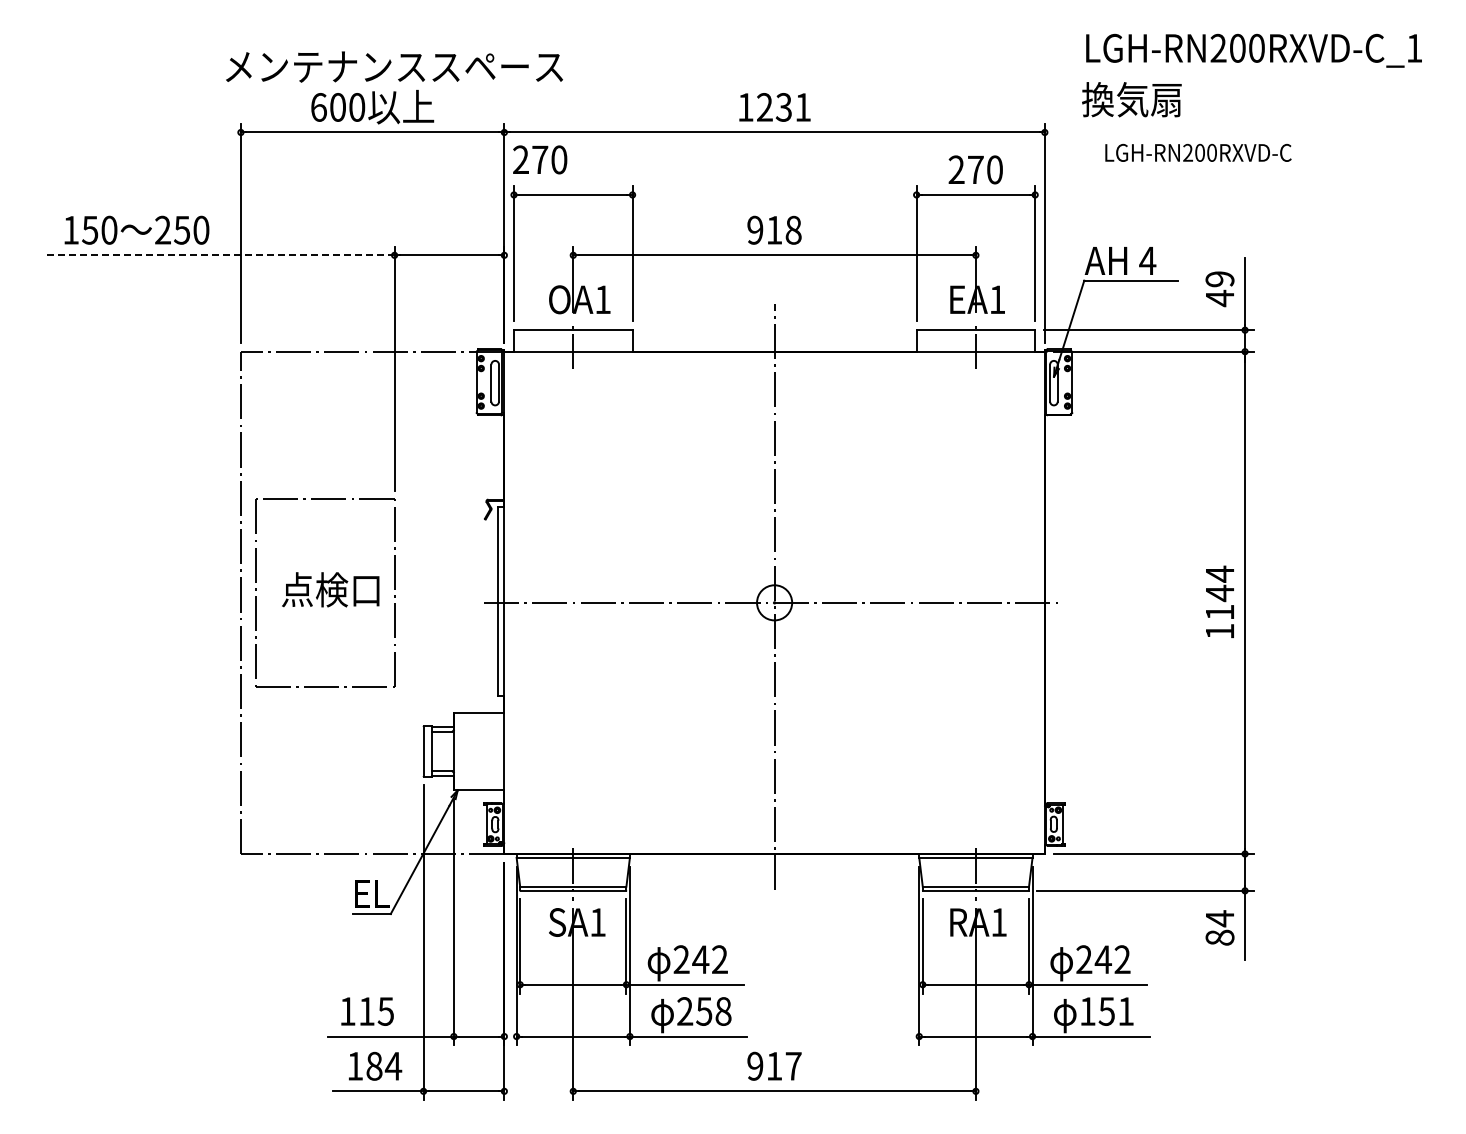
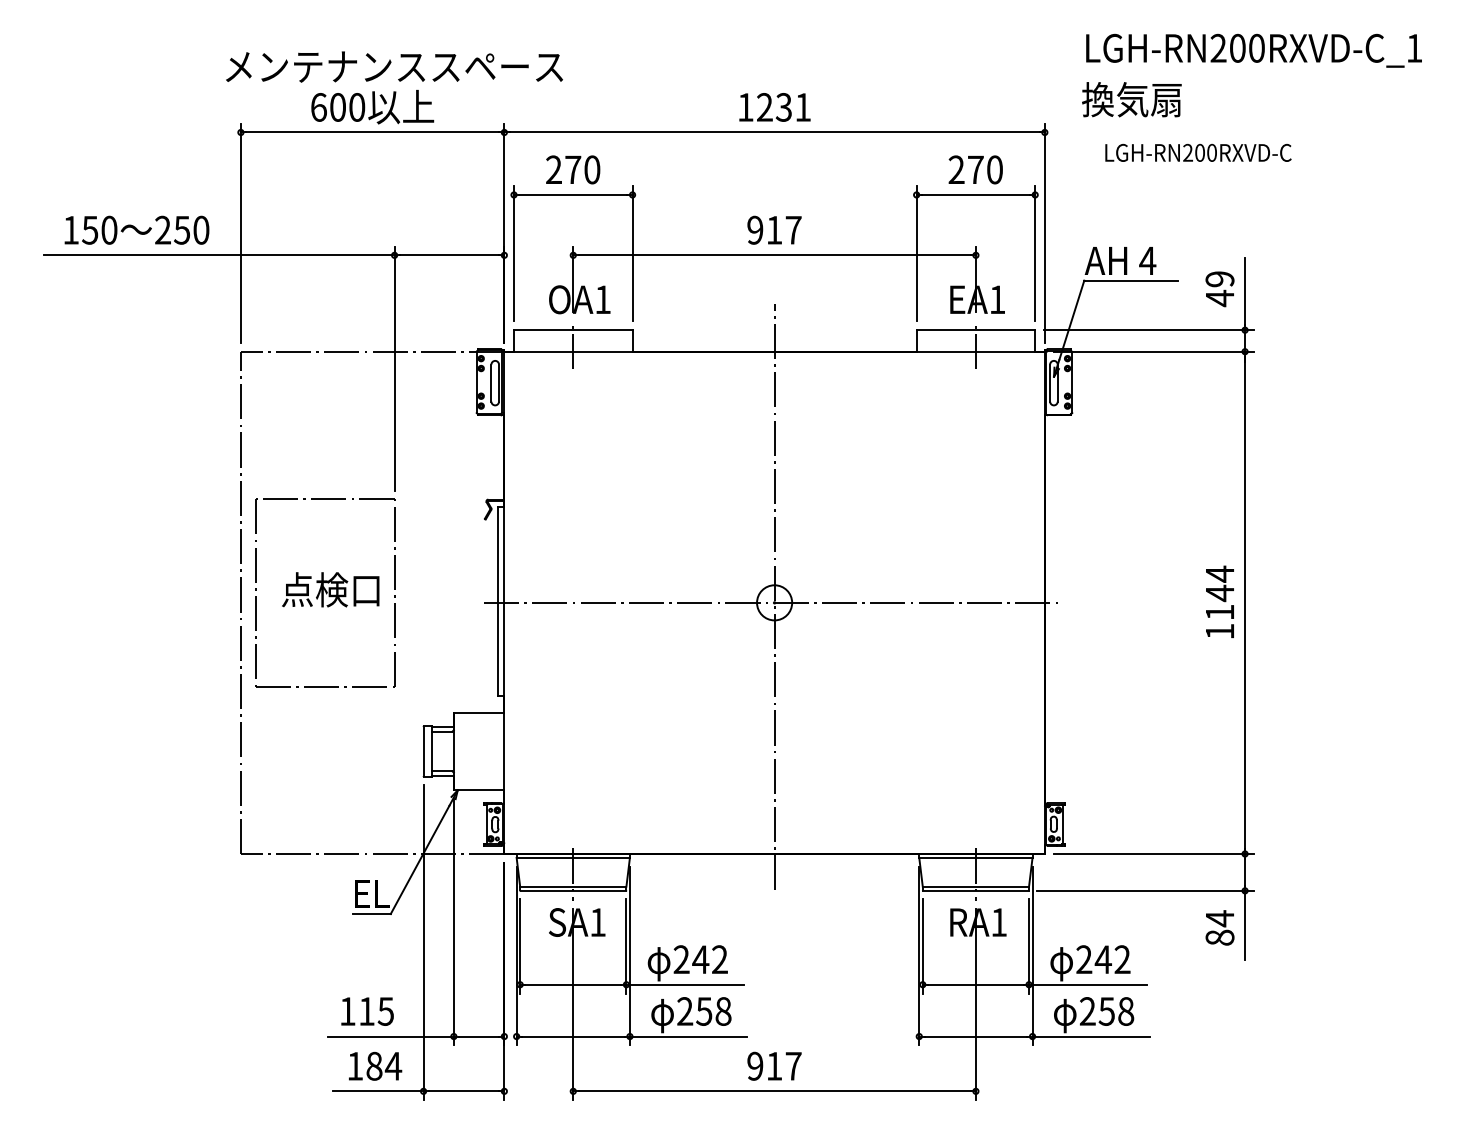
text at (540, 159) position: (540, 159) -> (573, 169)
text at (793, 229): 918 -> 917
line at (218, 255): dashed -> solid
text at (1106, 1011): 151 -> 258
